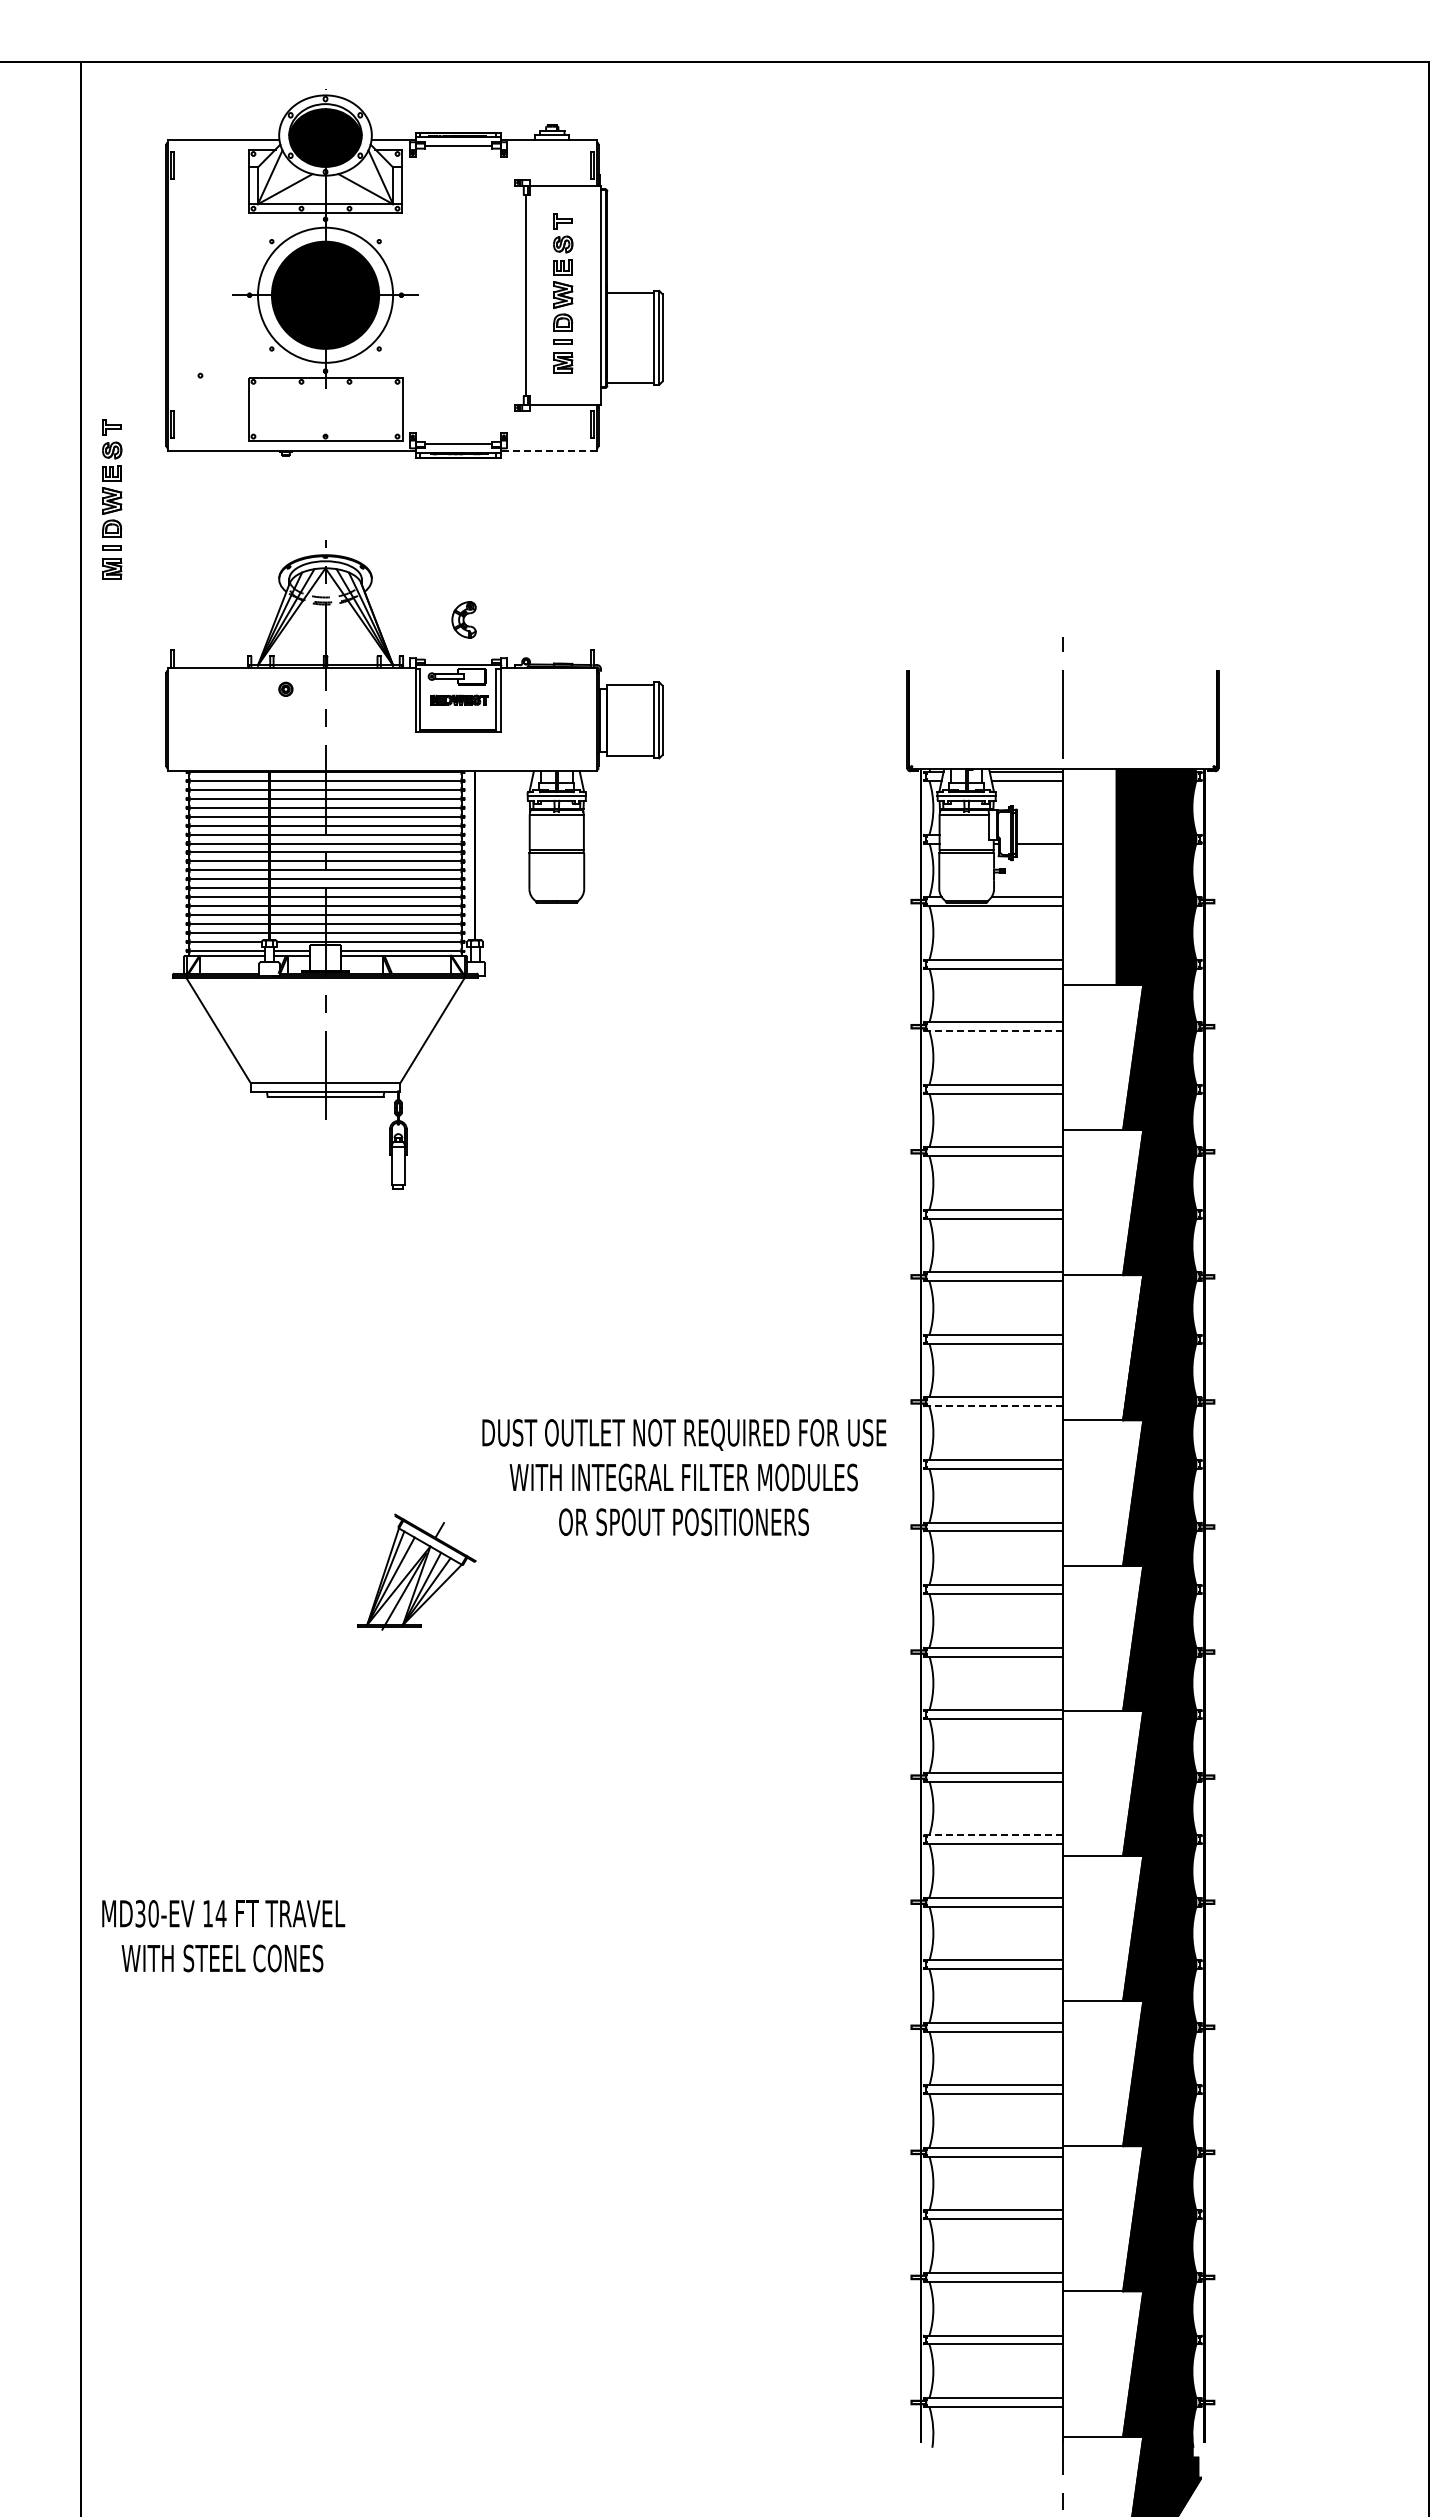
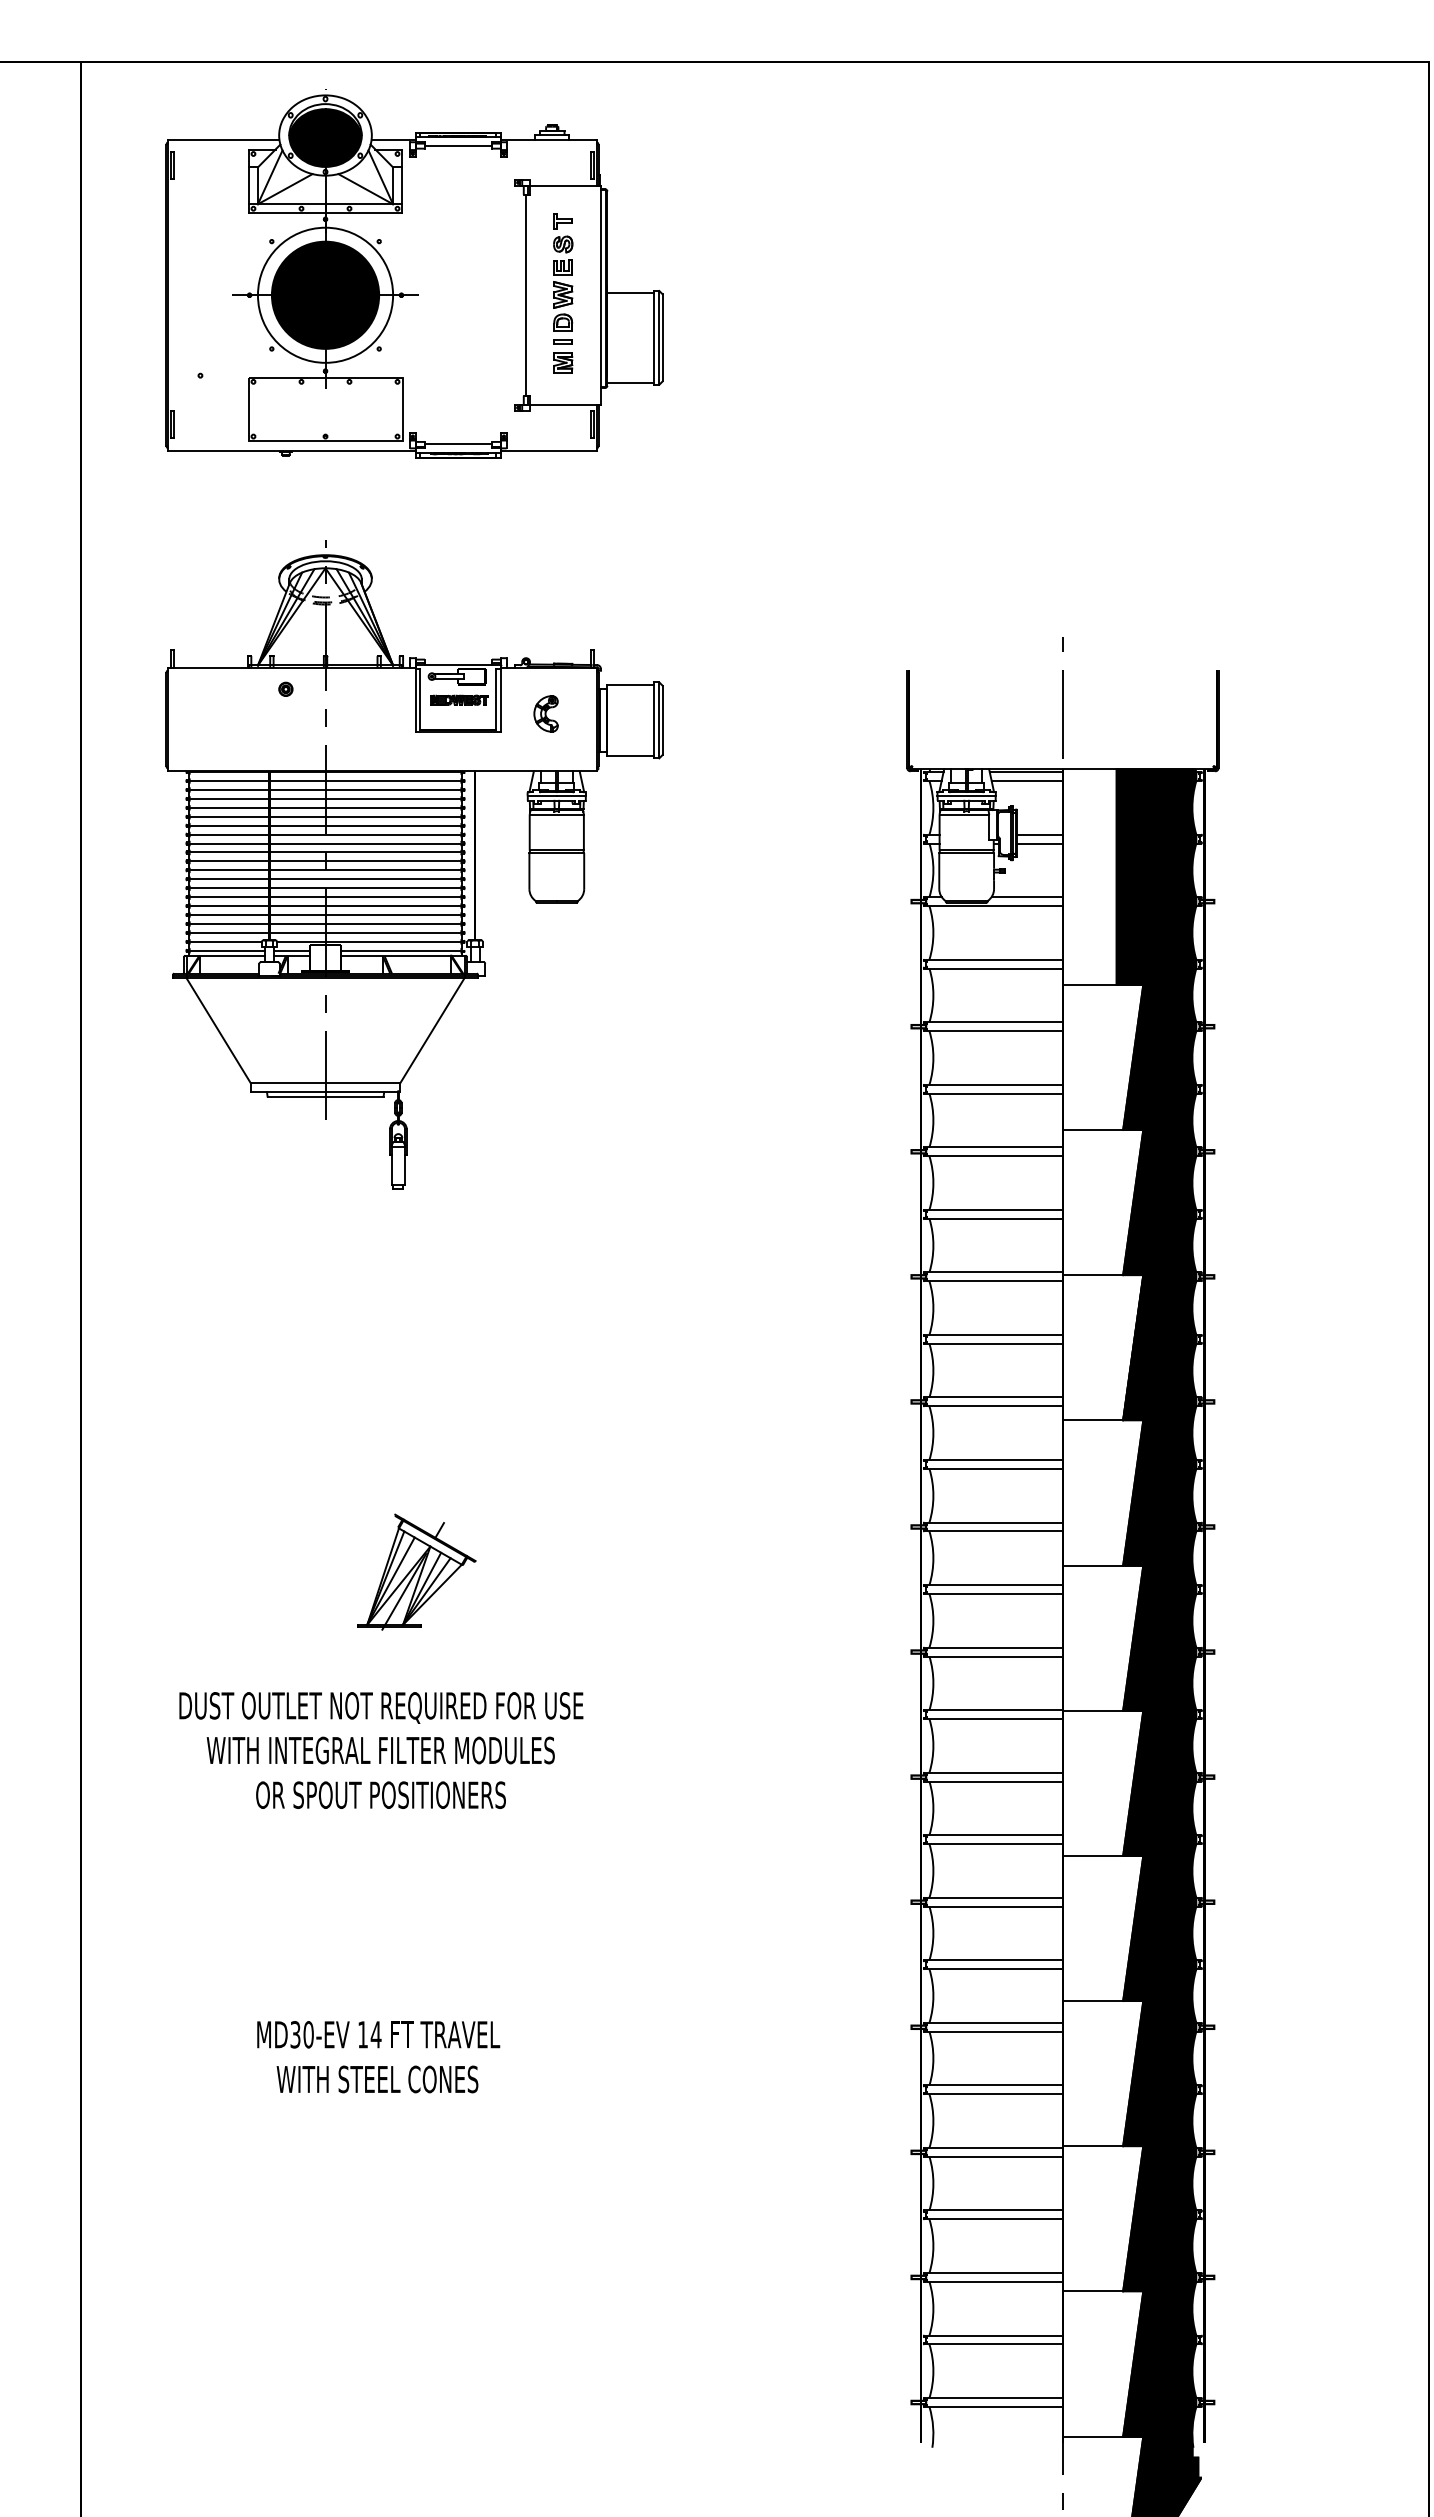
line at (548, 451): dashed -> solid
part at (112, 499): present -> none
part at (463, 619) position: (463, 619) -> (545, 713)
line at (1039, 834): none -> present
line at (994, 1031): dashed -> solid
line at (994, 1406): dashed -> solid
text at (684, 1477) position: (684, 1477) -> (381, 1750)
line at (994, 1835): dashed -> solid
text at (223, 1936) position: (223, 1936) -> (378, 2057)
